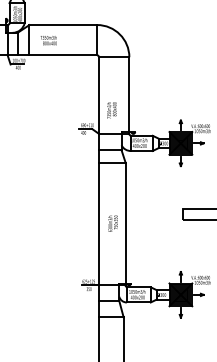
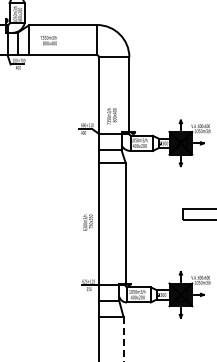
text at (111, 110) position: (111, 110) -> (111, 116)
text at (112, 223) position: (112, 223) -> (87, 222)
line at (123, 339): solid -> dashed
